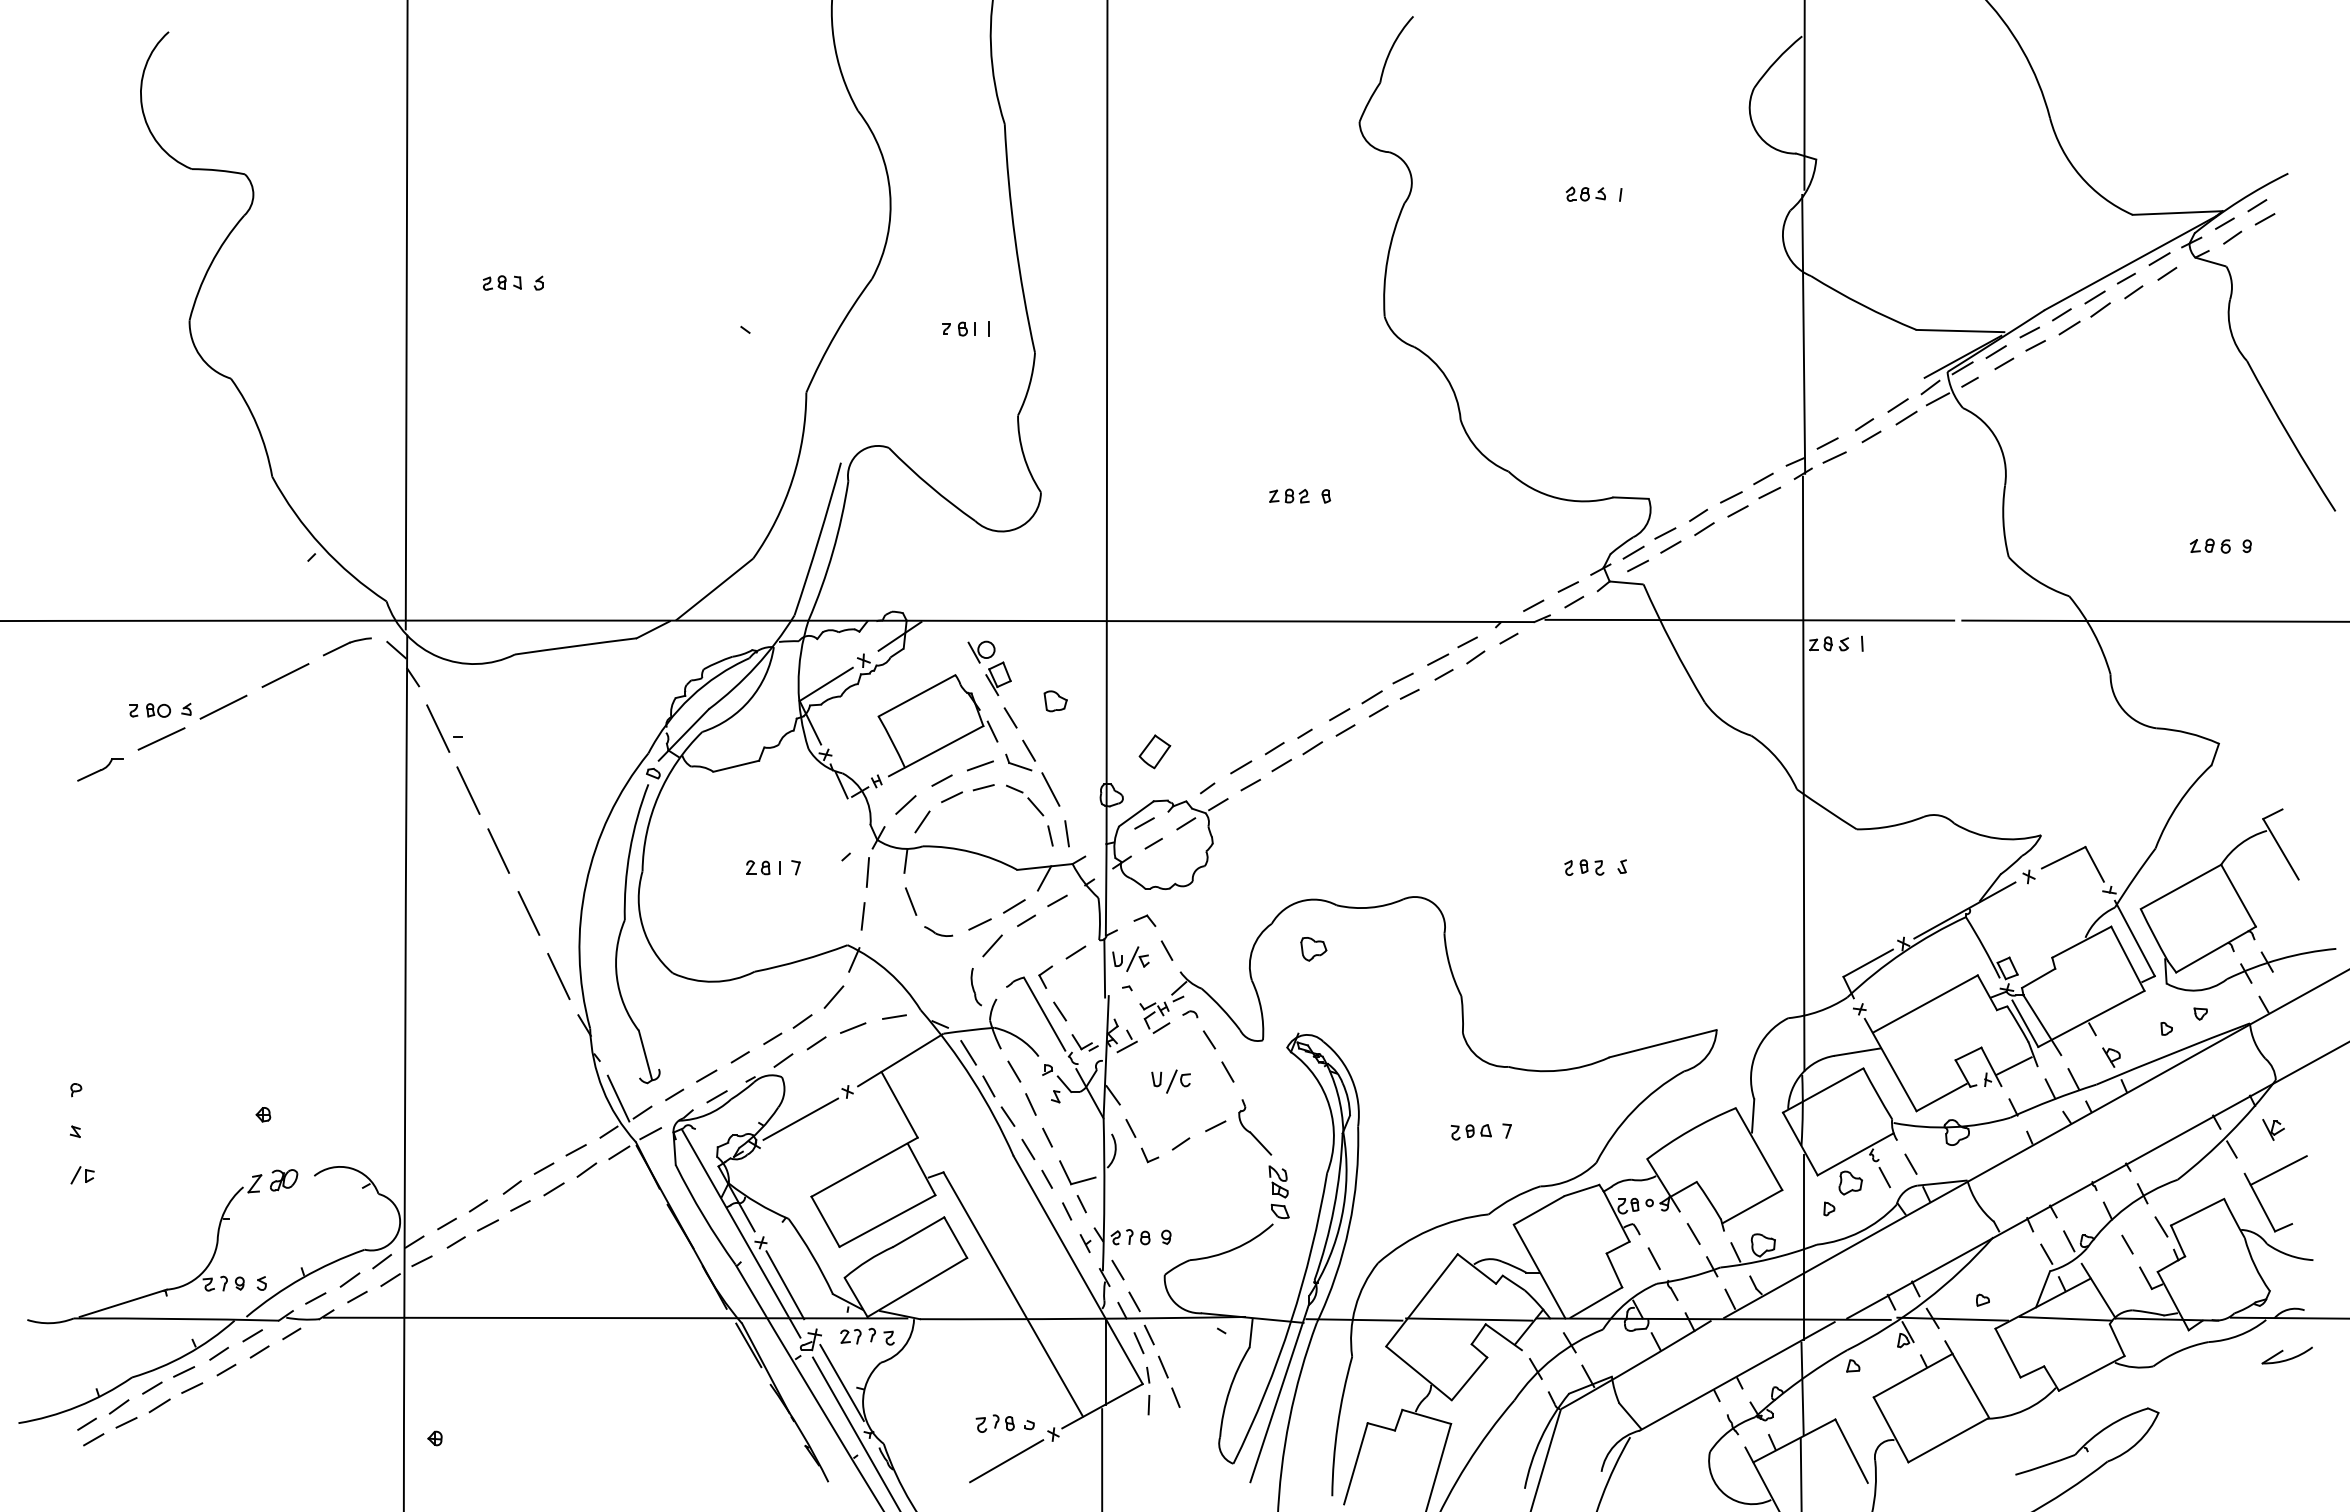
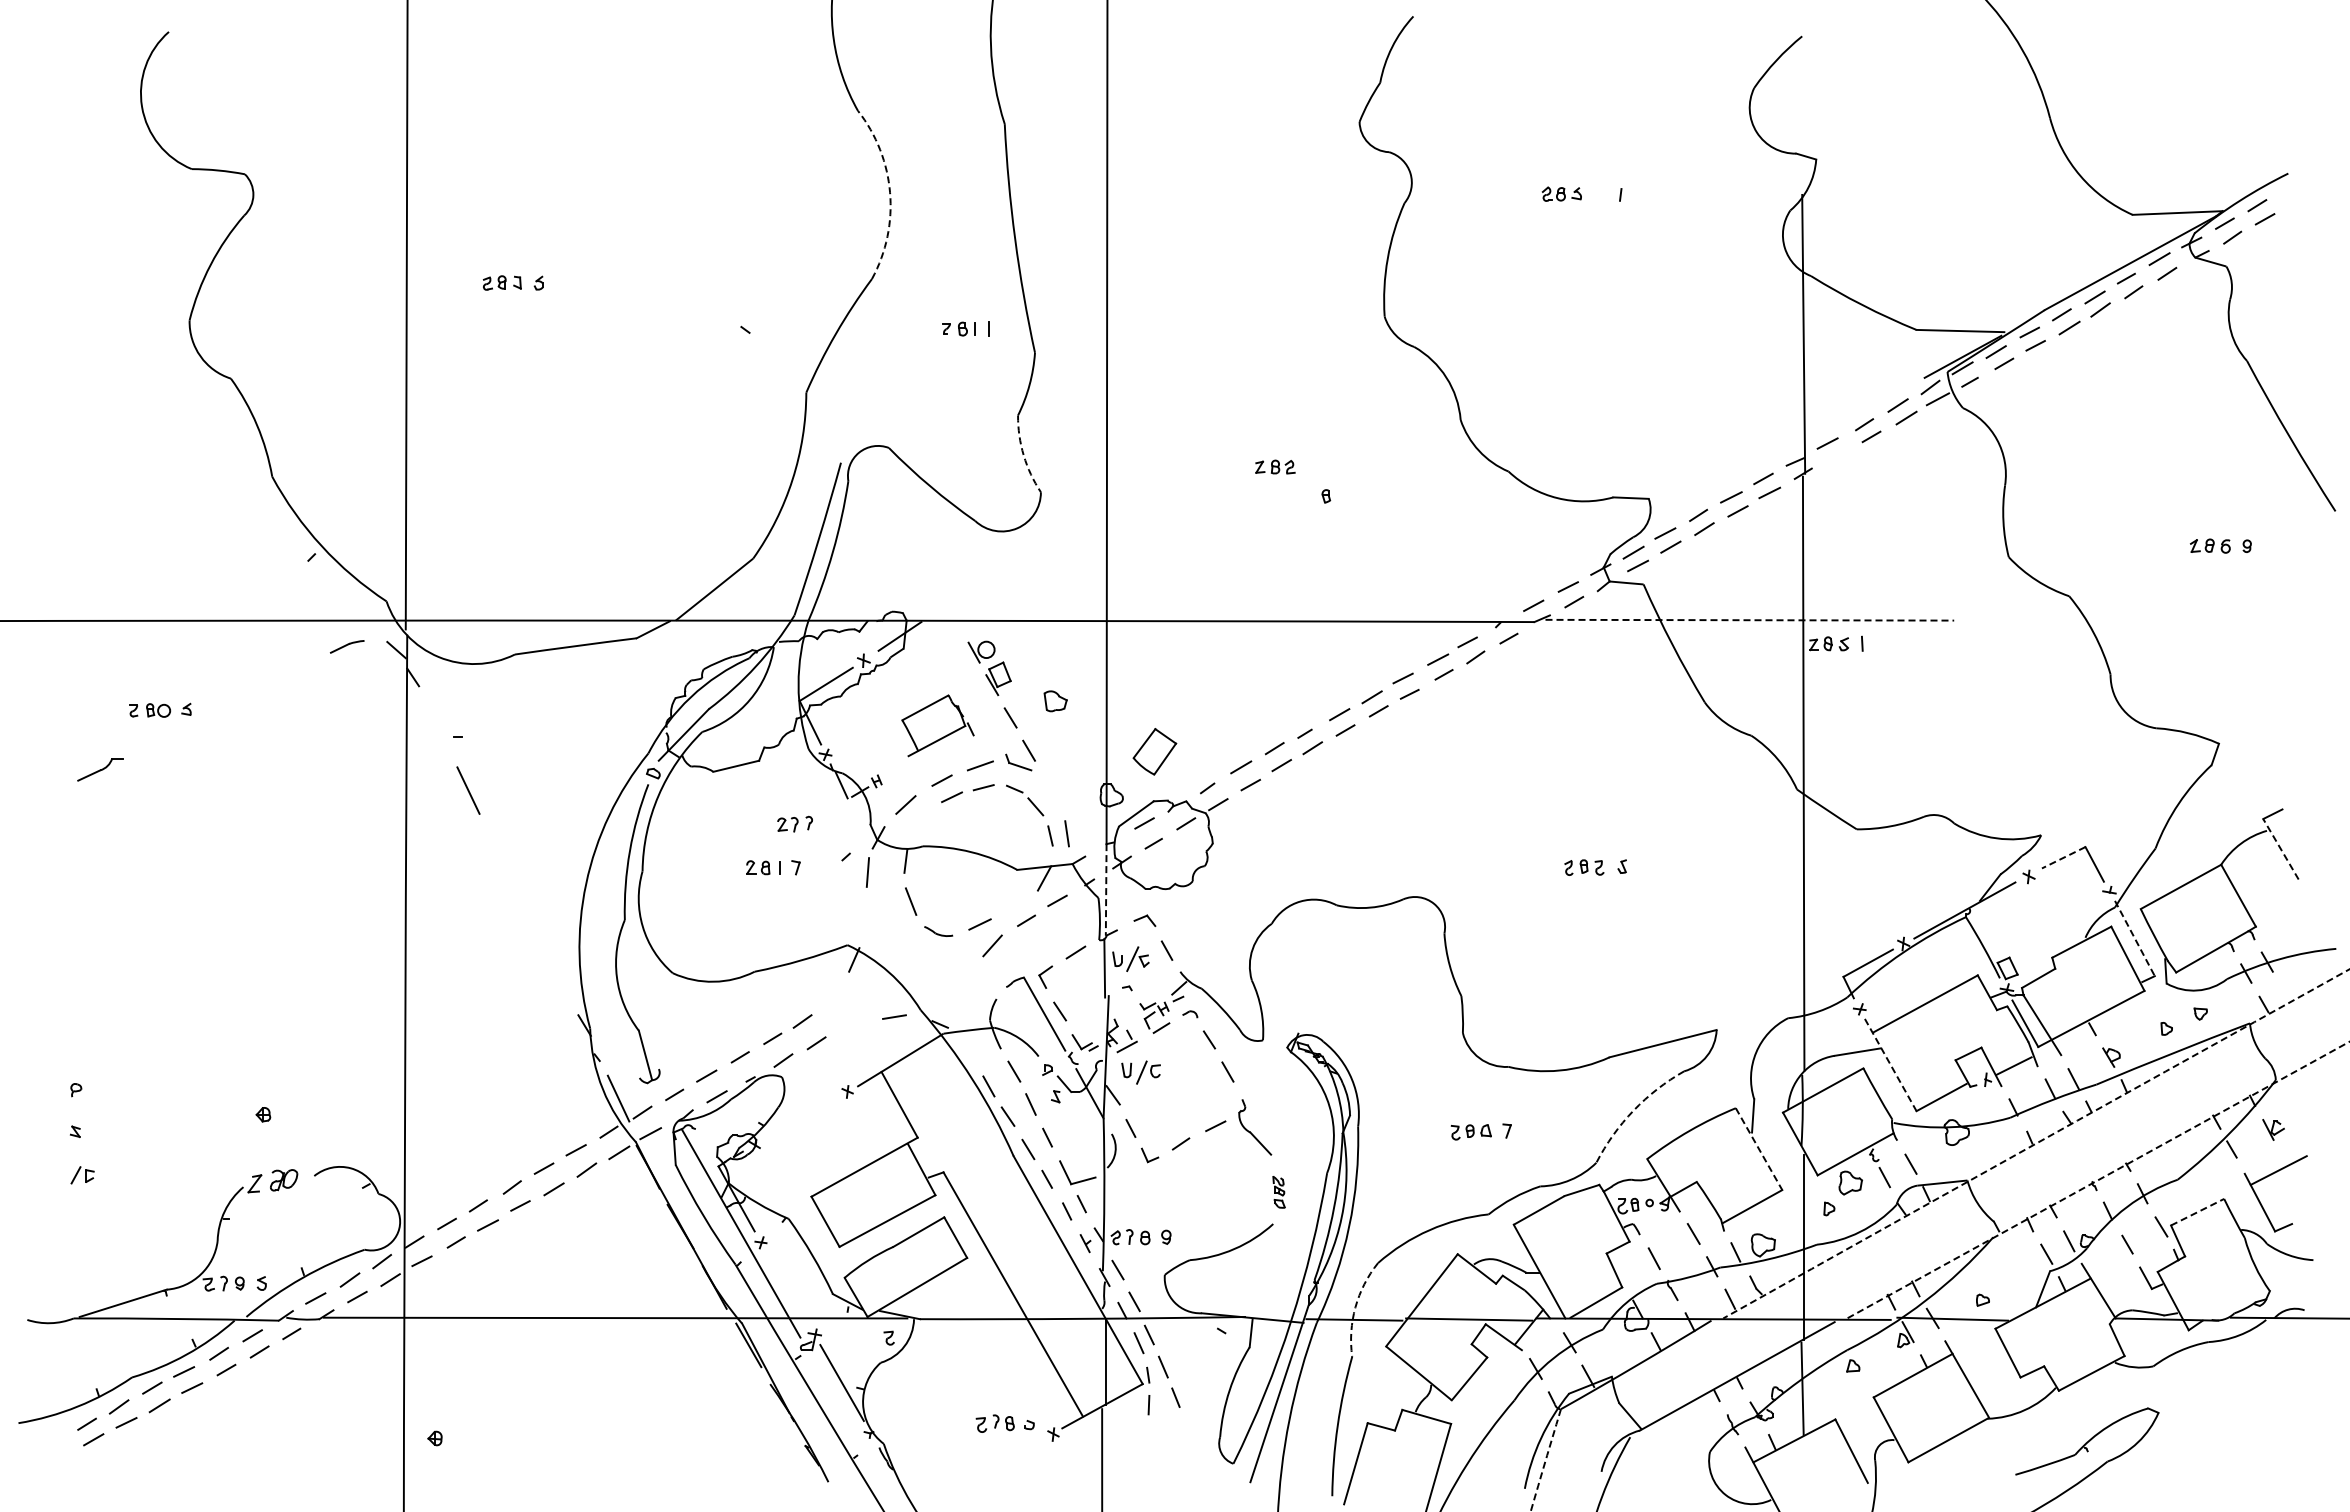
line at (1804, 95): present -> none
arc at (890, 192): solid -> dashed
part at (1585, 193) position: (1585, 193) -> (1561, 193)
arc at (1023, 455): solid -> dashed
line at (1834, 457): present -> none
part at (1289, 495) position: (1289, 495) -> (1275, 466)
line at (1750, 620): solid -> dashed
line at (2154, 620): present -> none
part at (347, 646) size: 49x20 px -> 36x14 px
line at (285, 675): present -> none
line at (223, 706): present -> none
part at (937, 725) size: 122x104 px -> 74x64 px
line at (438, 728): present -> none
line at (161, 738): present -> none
part at (1154, 751) size: 34x36 px -> 46x48 px
line at (1050, 789): present -> none
line at (922, 821): present -> none
line at (2280, 848): solid -> dashed
line at (498, 850): present -> none
line at (2063, 857): solid -> dashed
line at (1106, 889): solid -> dashed
line at (1014, 906): present -> none
line at (528, 913): present -> none
line at (862, 916): present -> none
line at (2134, 938): solid -> dashed
part at (1313, 949): present -> none
line at (558, 976): present -> none
part at (975, 987): present -> none
line at (833, 996): present -> none
line at (853, 1027): present -> none
line at (968, 1052): present -> none
line at (1890, 1065): solid -> dashed
part at (1170, 1081) position: (1170, 1081) -> (1140, 1072)
arc at (1633, 1110): solid -> dashed
line at (800, 1118): present -> none
arc at (2036, 1143): solid -> dashed
line at (1759, 1149): solid -> dashed
line at (2098, 1180): solid -> dashed
part at (1278, 1192) size: 22x55 px -> 14x33 px
line at (2197, 1212): solid -> dashed
line at (785, 1285): present -> none
arc at (1355, 1307): solid -> dashed
line at (2065, 1318): present -> none
part at (857, 1335) position: (857, 1335) -> (794, 823)
part at (2286, 1355): present -> none
line at (855, 1432): present -> none
line at (1006, 1461): present -> none
arc at (1545, 1461): solid -> dashed
line at (1800, 1472): present -> none
